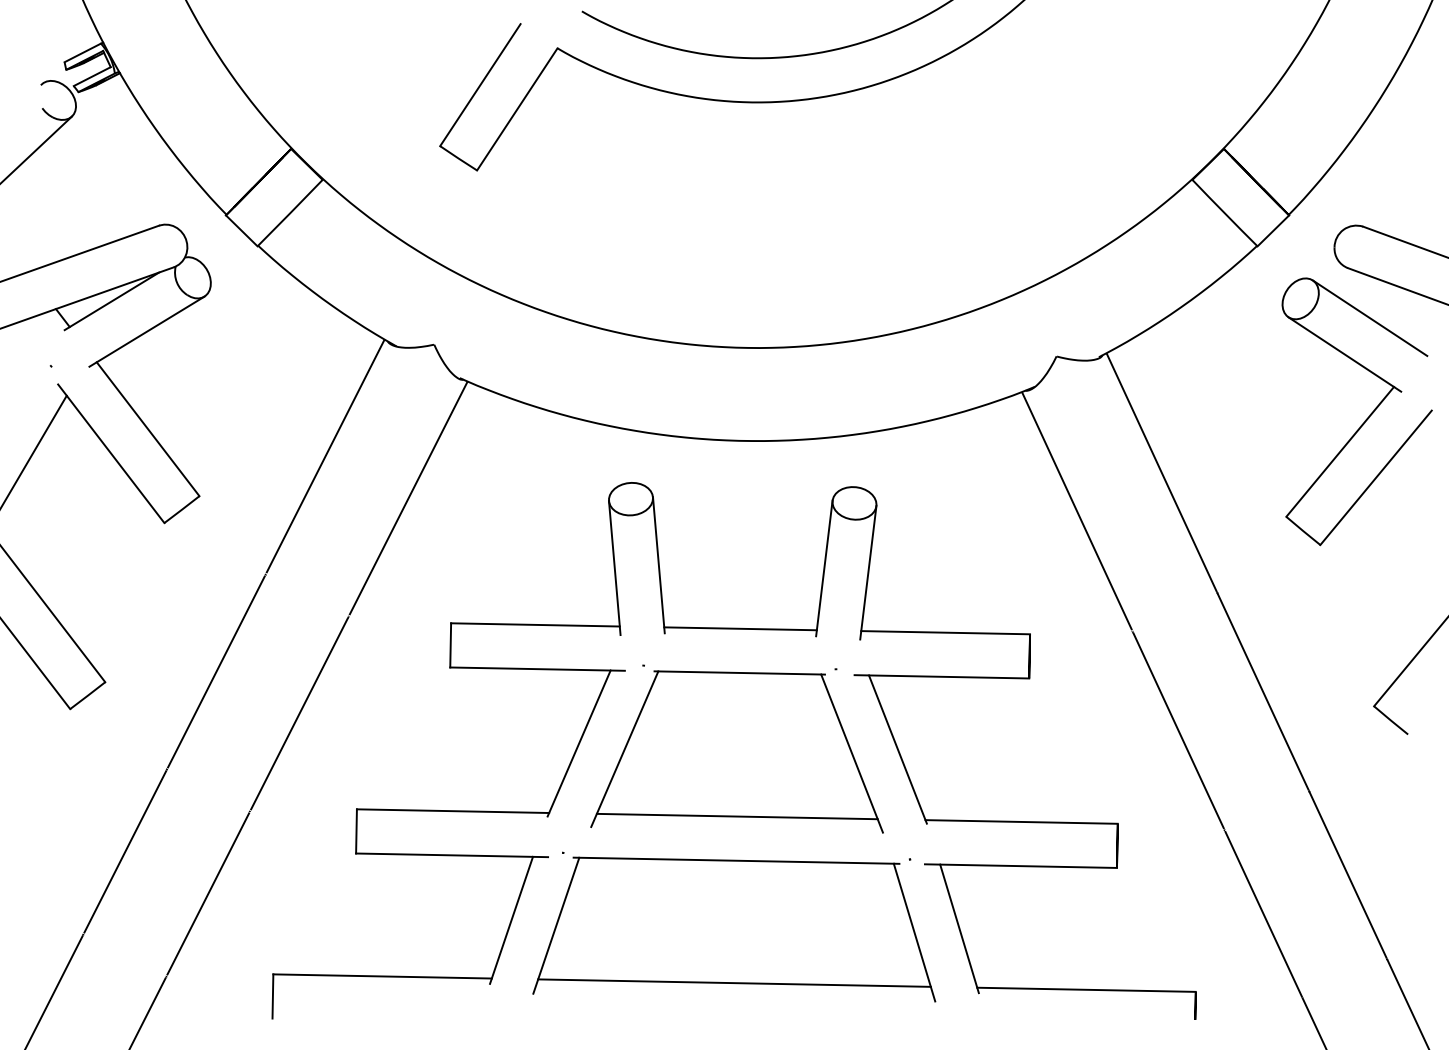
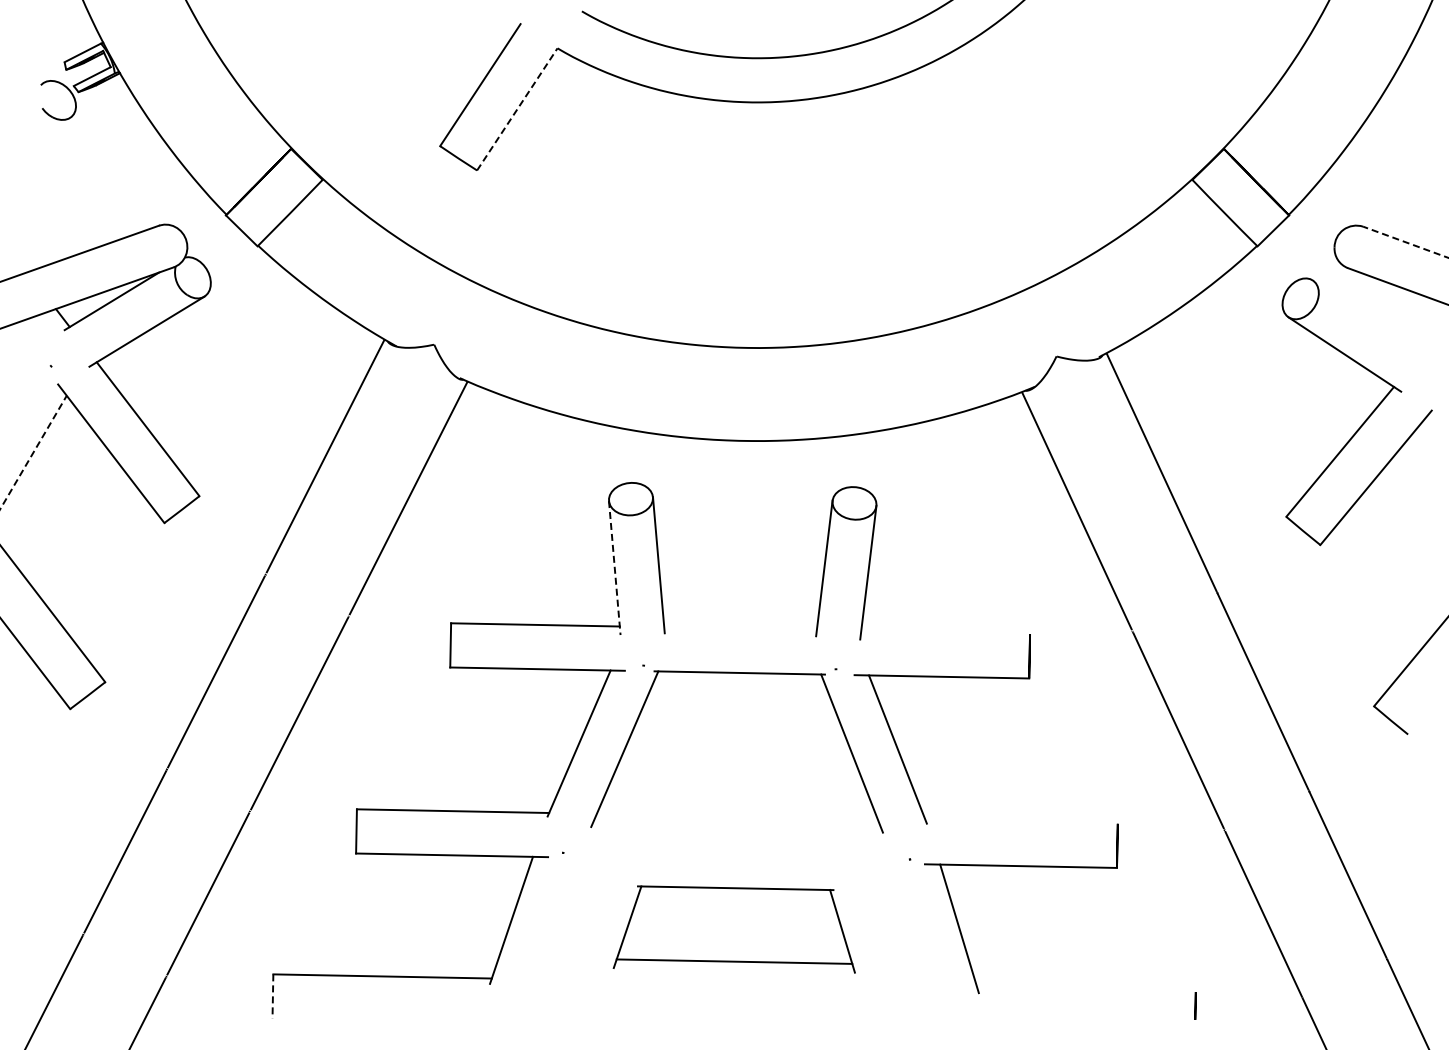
line at (517, 109): solid -> dashed
line at (37, 148): present -> none
line at (1405, 242): solid -> dashed
line at (1369, 317): present -> none
line at (33, 452): solid -> dashed
line at (614, 568): solid -> dashed
line at (740, 628): present -> none
line at (945, 632): present -> none
line at (736, 816): present -> none
line at (1021, 821): present -> none
part at (734, 929) size: 405x147 px -> 244x89 px
line at (1086, 989): present -> none
line at (272, 996): solid -> dashed
